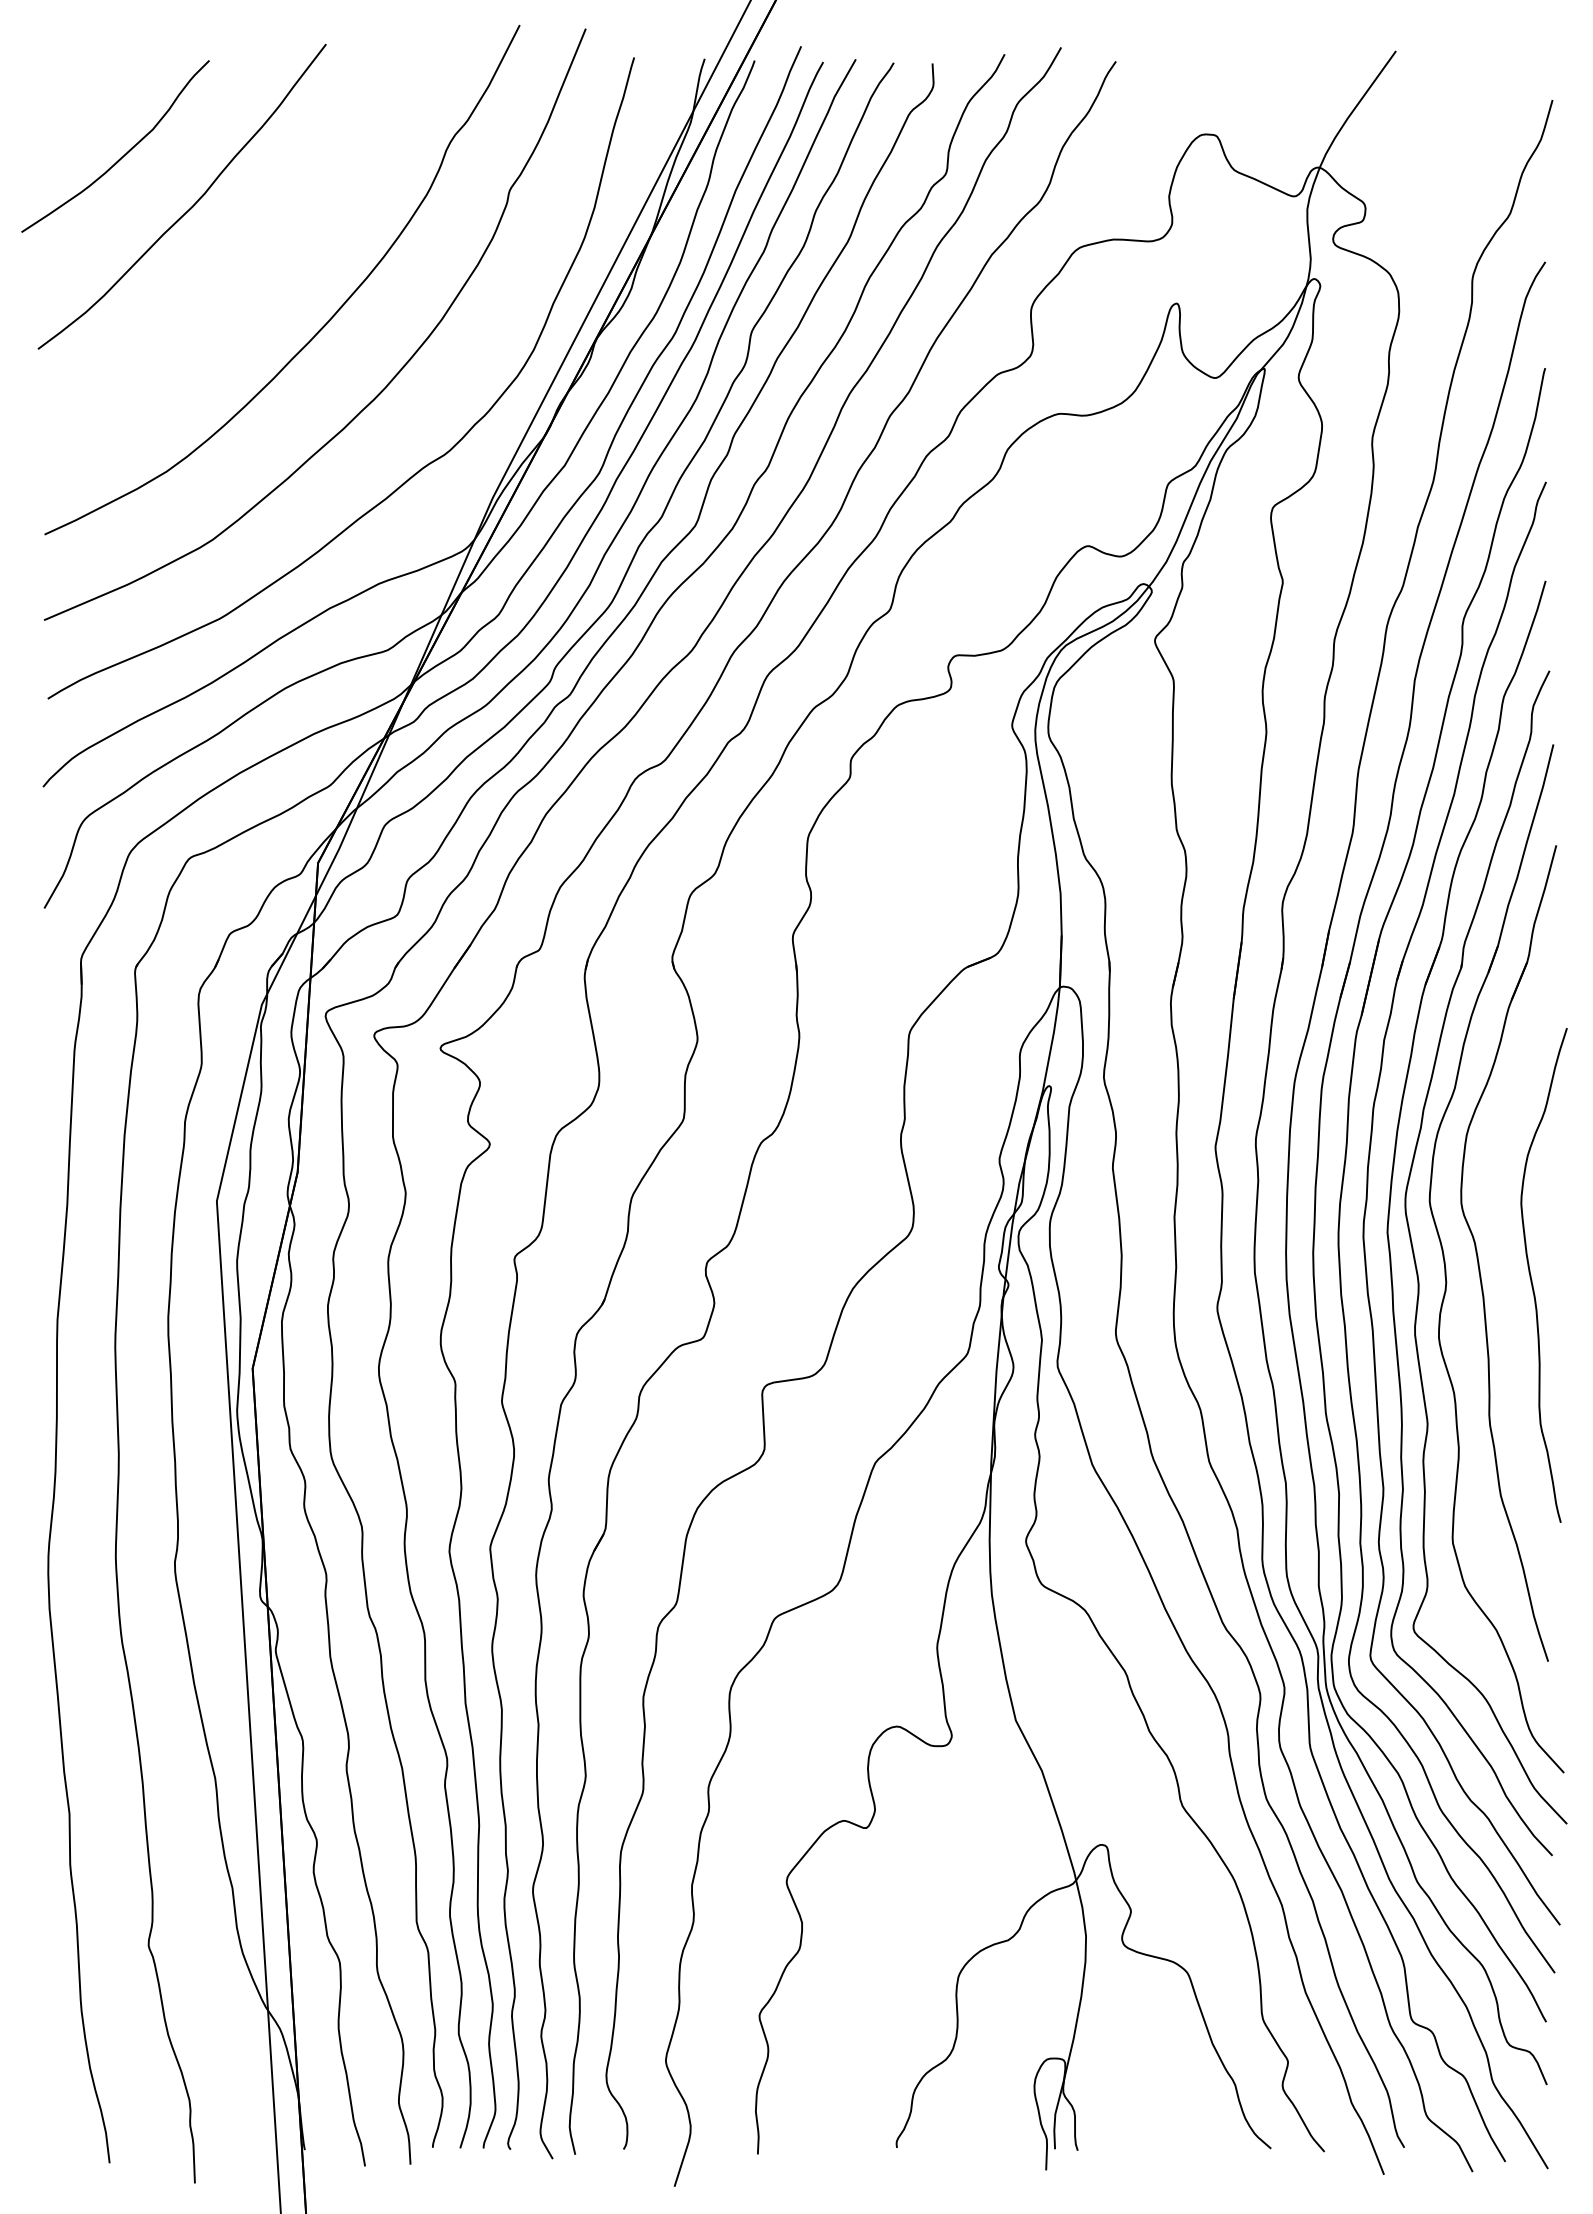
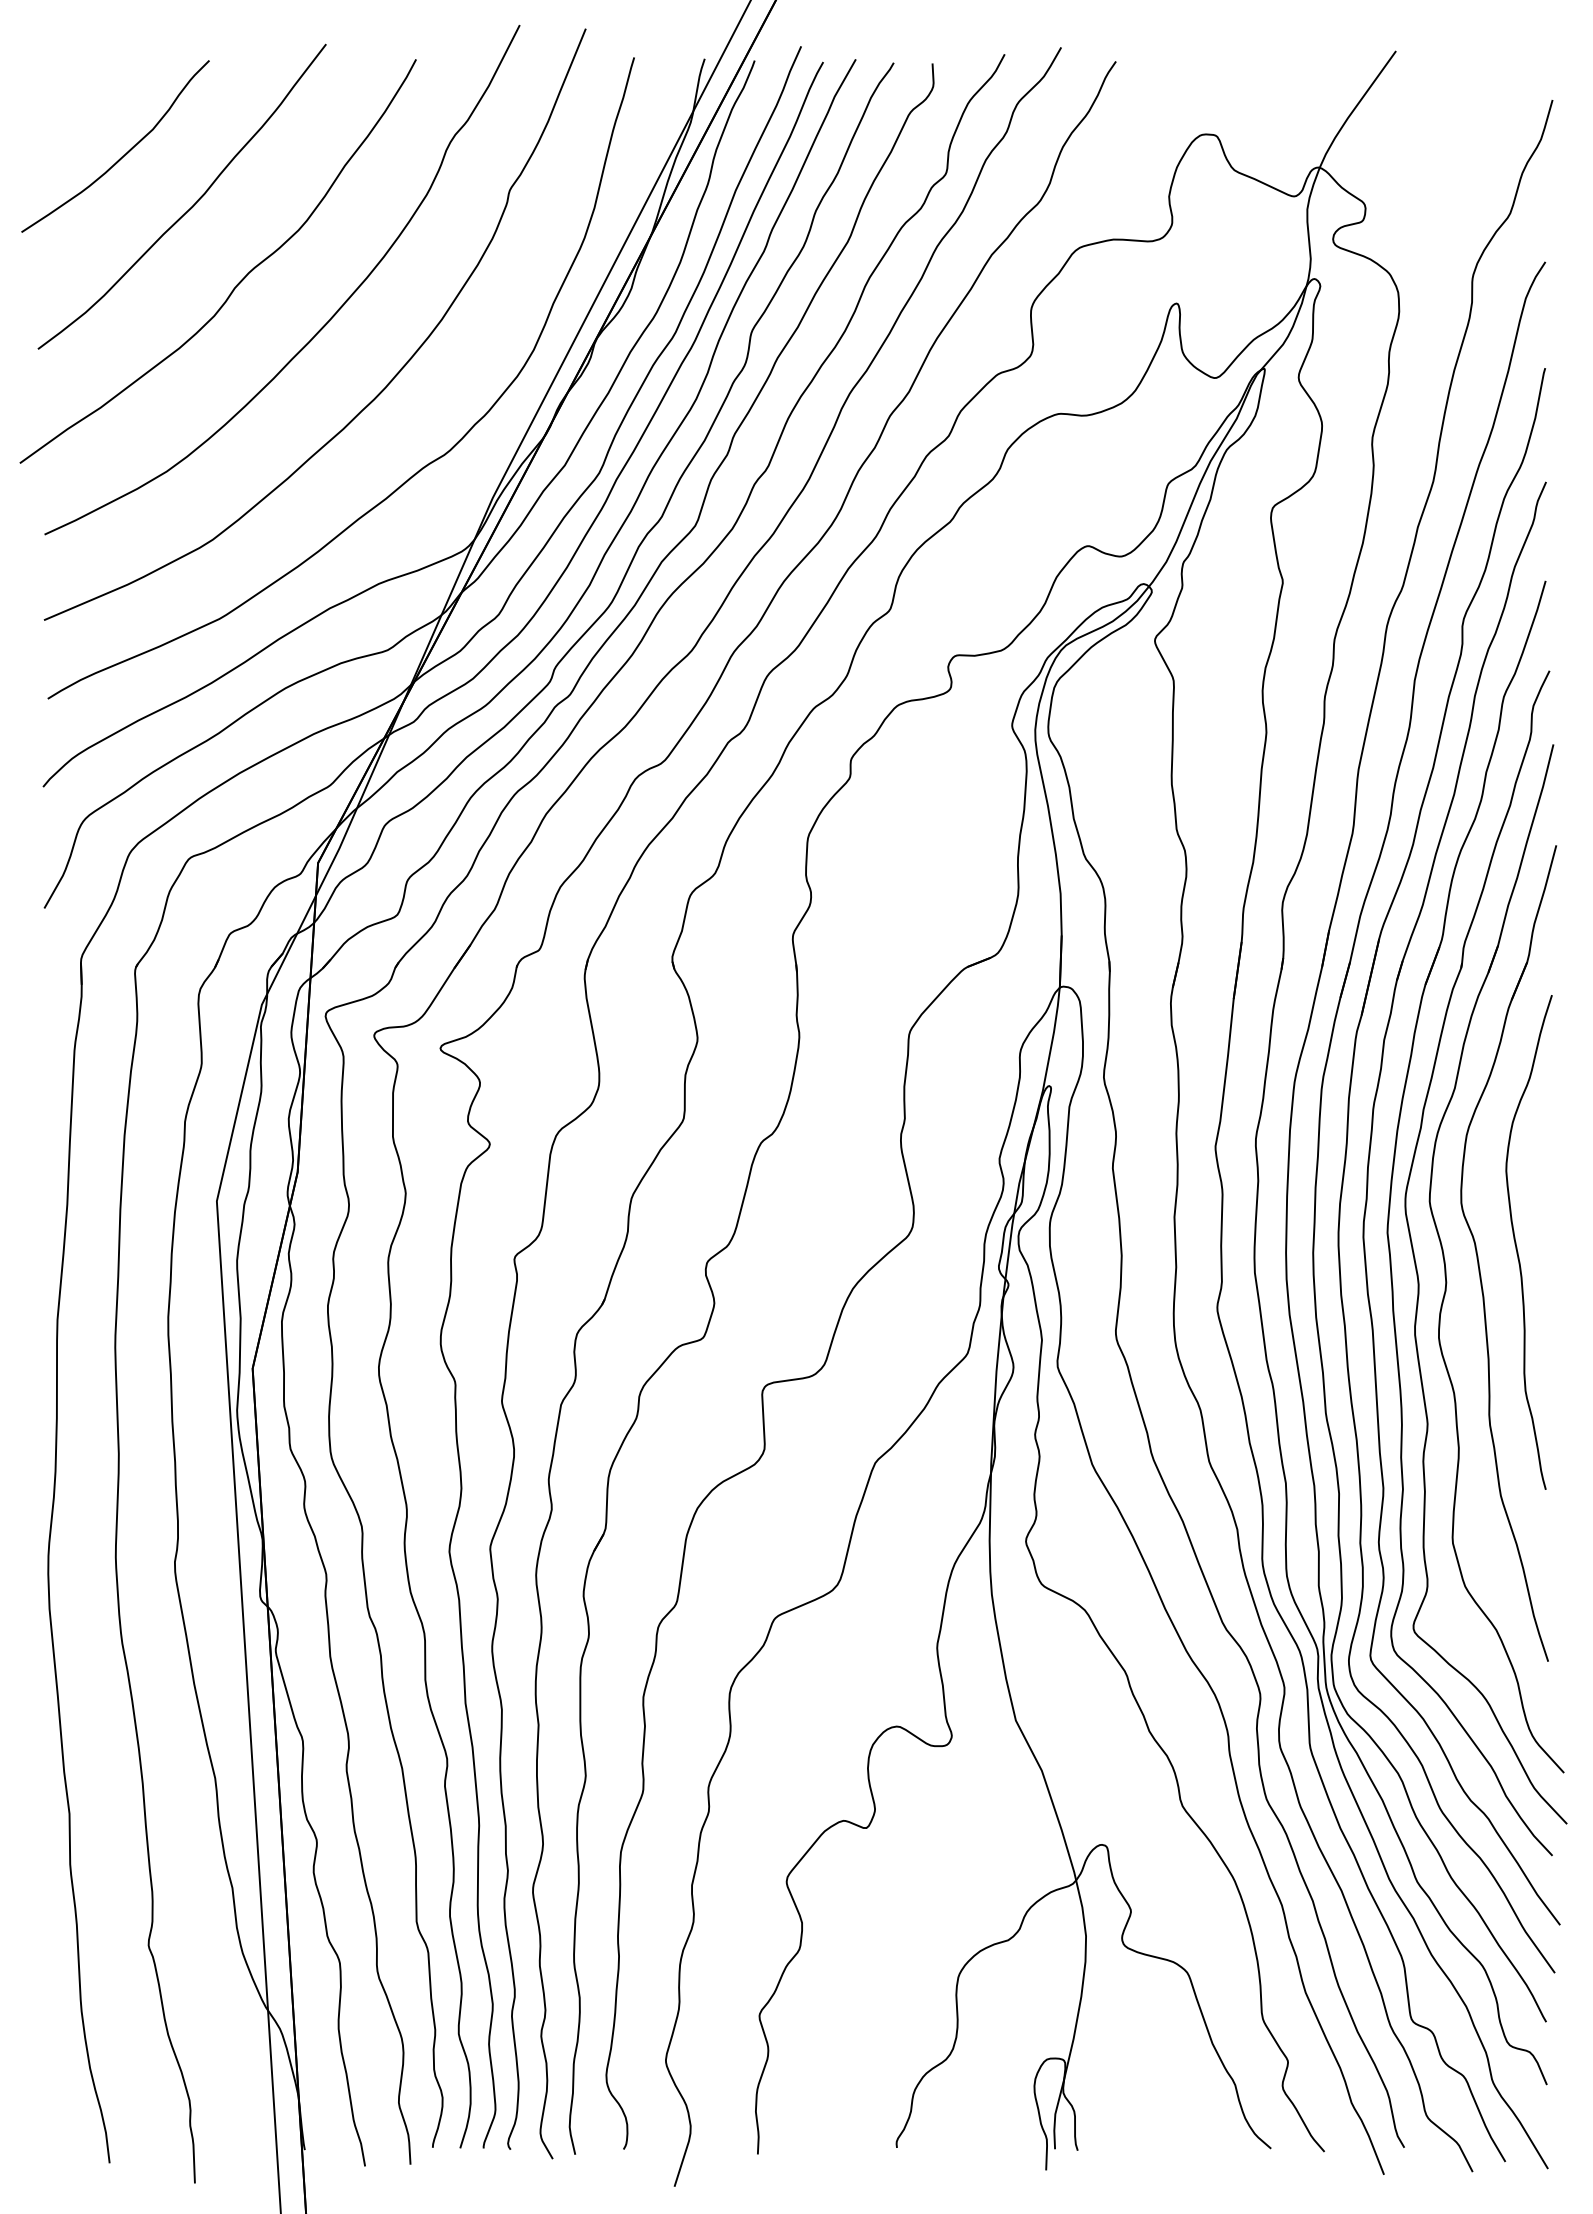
curve at (238, 282): none -> present
curve at (1532, 1279) position: (1532, 1279) -> (1517, 1246)
